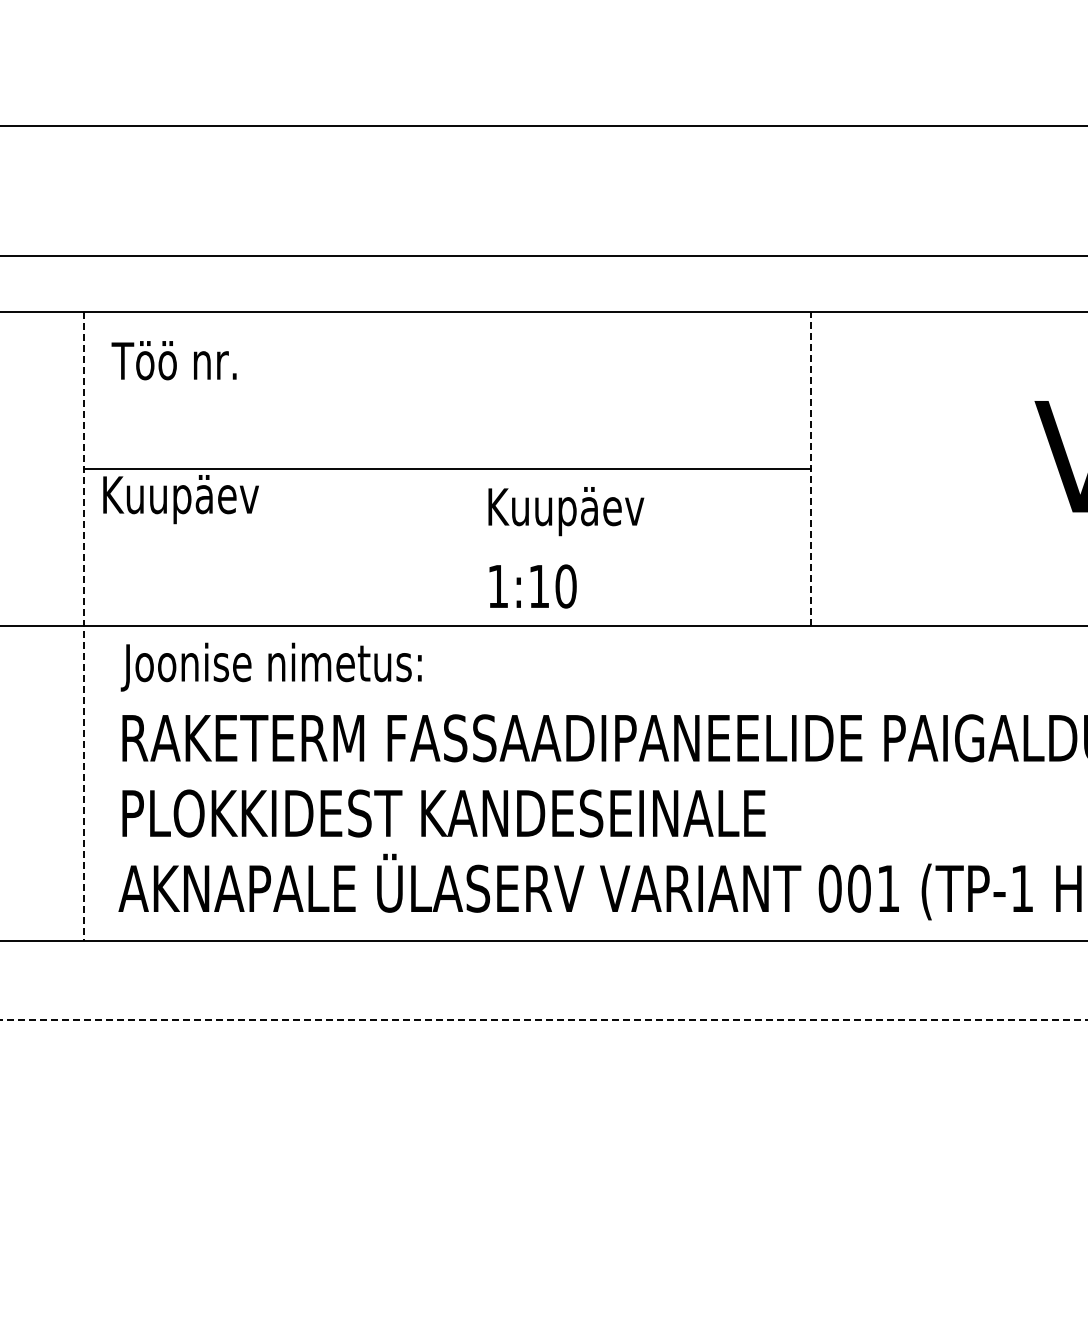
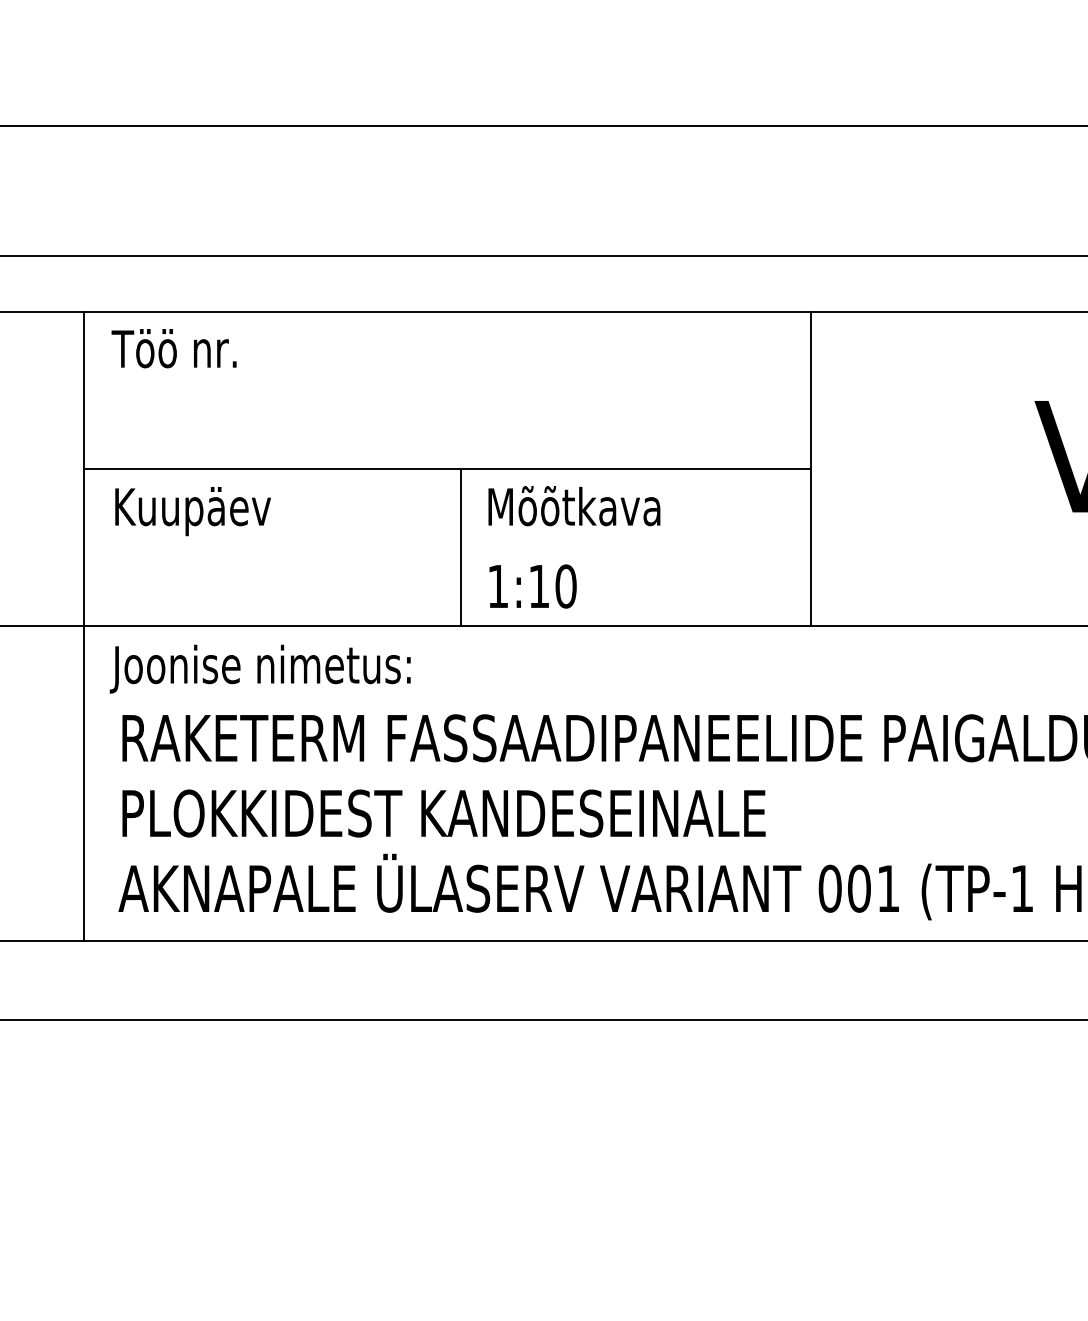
text at (173, 360) position: (173, 360) -> (173, 348)
line at (810, 468): dashed -> solid
text at (180, 499) position: (180, 499) -> (192, 511)
text at (576, 511): Kuupäev -> Mõõtkava
line at (461, 547): none -> present
line at (83, 626): dashed -> solid
text at (270, 666) position: (270, 666) -> (259, 668)
line at (544, 1019): dashed -> solid
